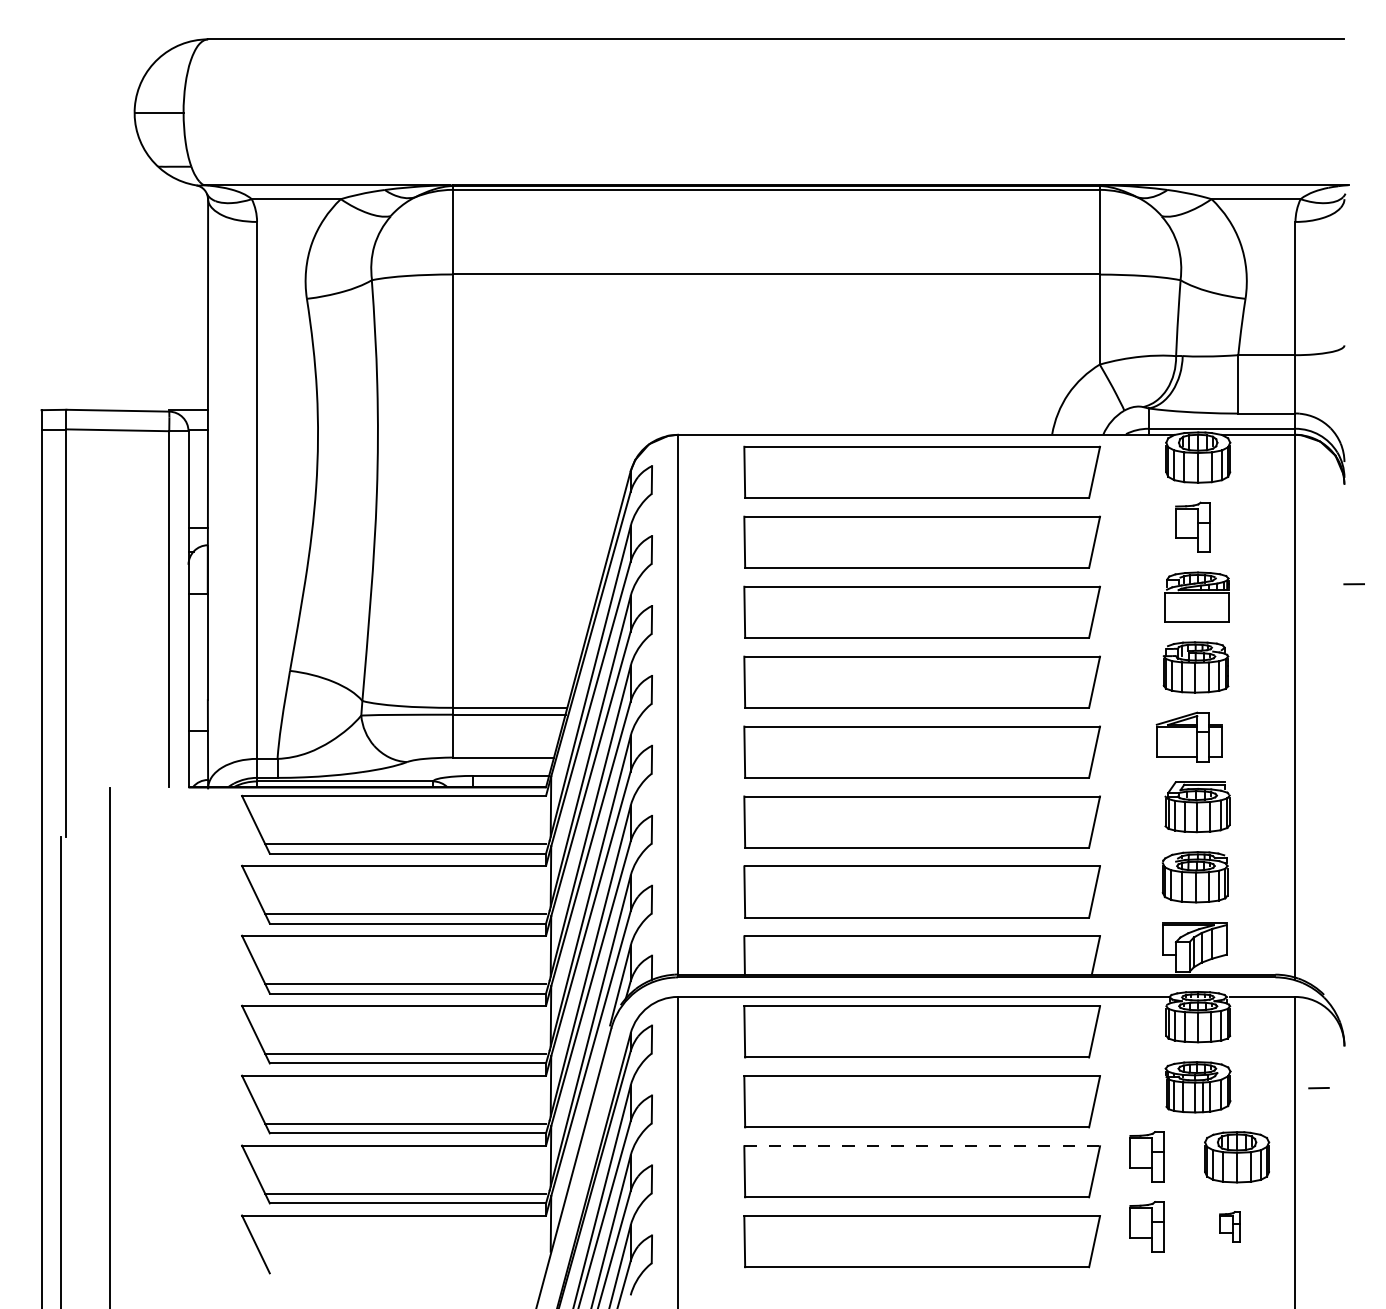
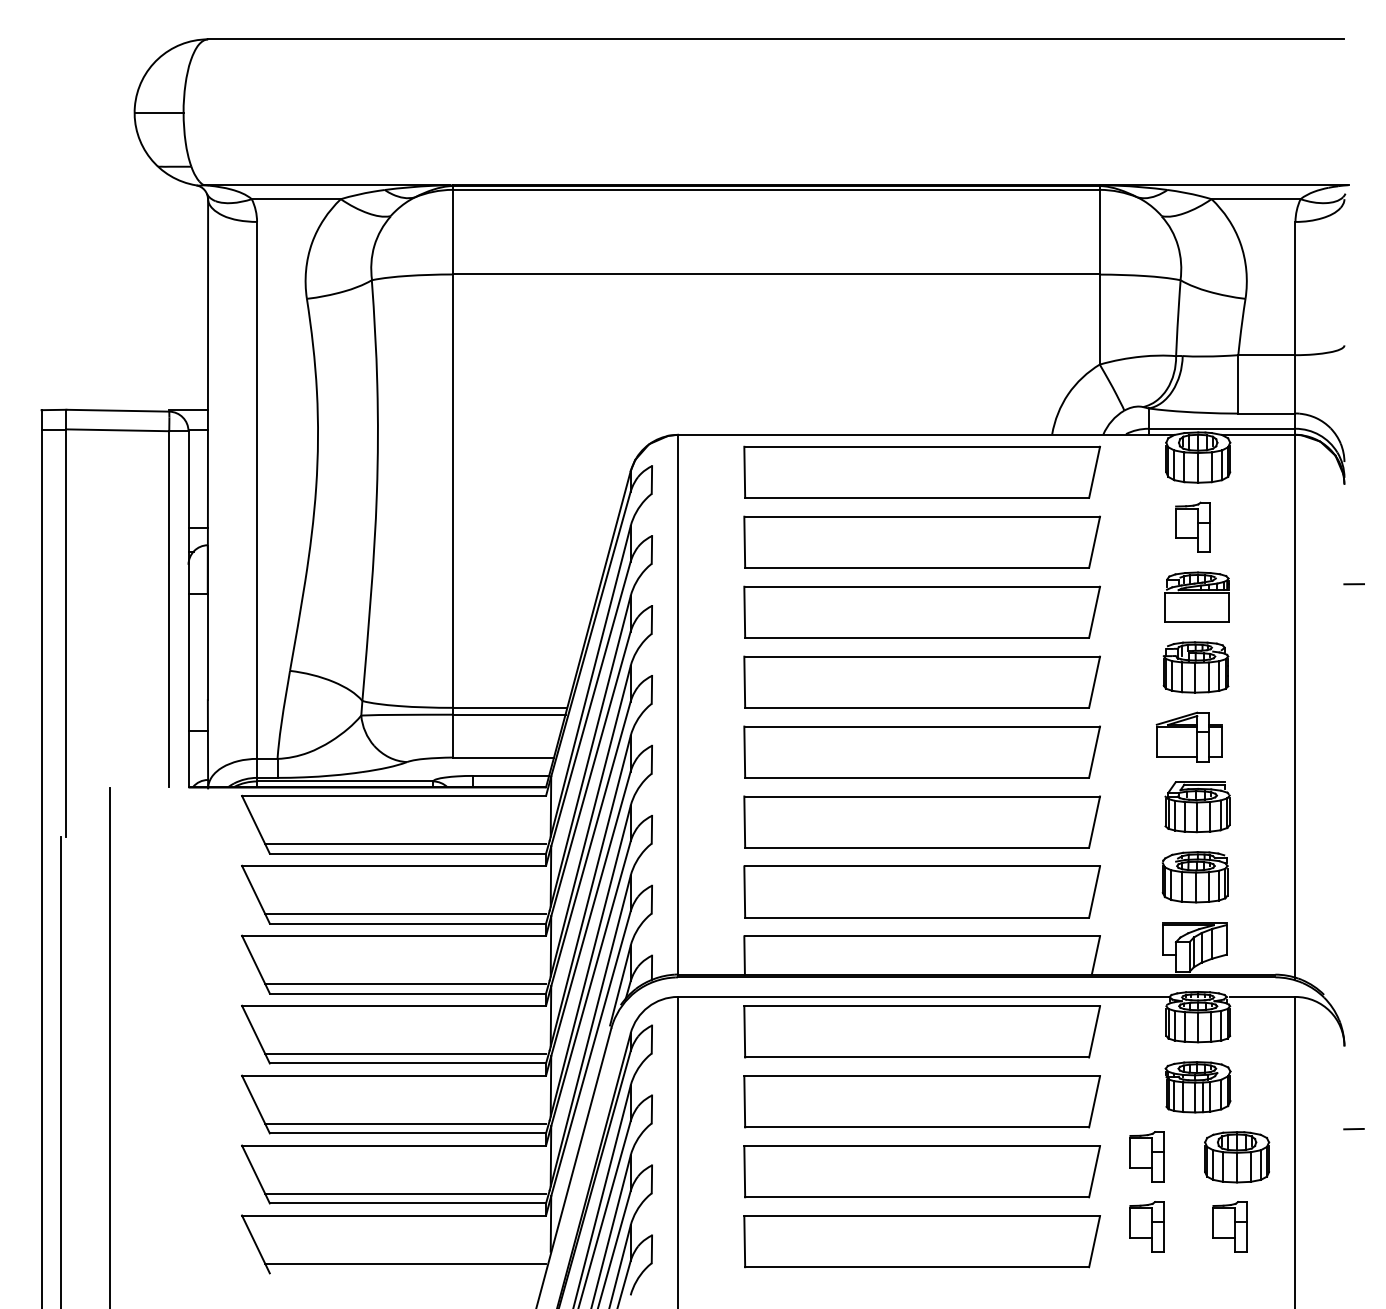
line at (1318, 1088) position: (1318, 1088) -> (1353, 1129)
line at (922, 1146): dashed -> solid
part at (1229, 1226) size: 22x32 px -> 36x52 px
line at (405, 1263): none -> present
